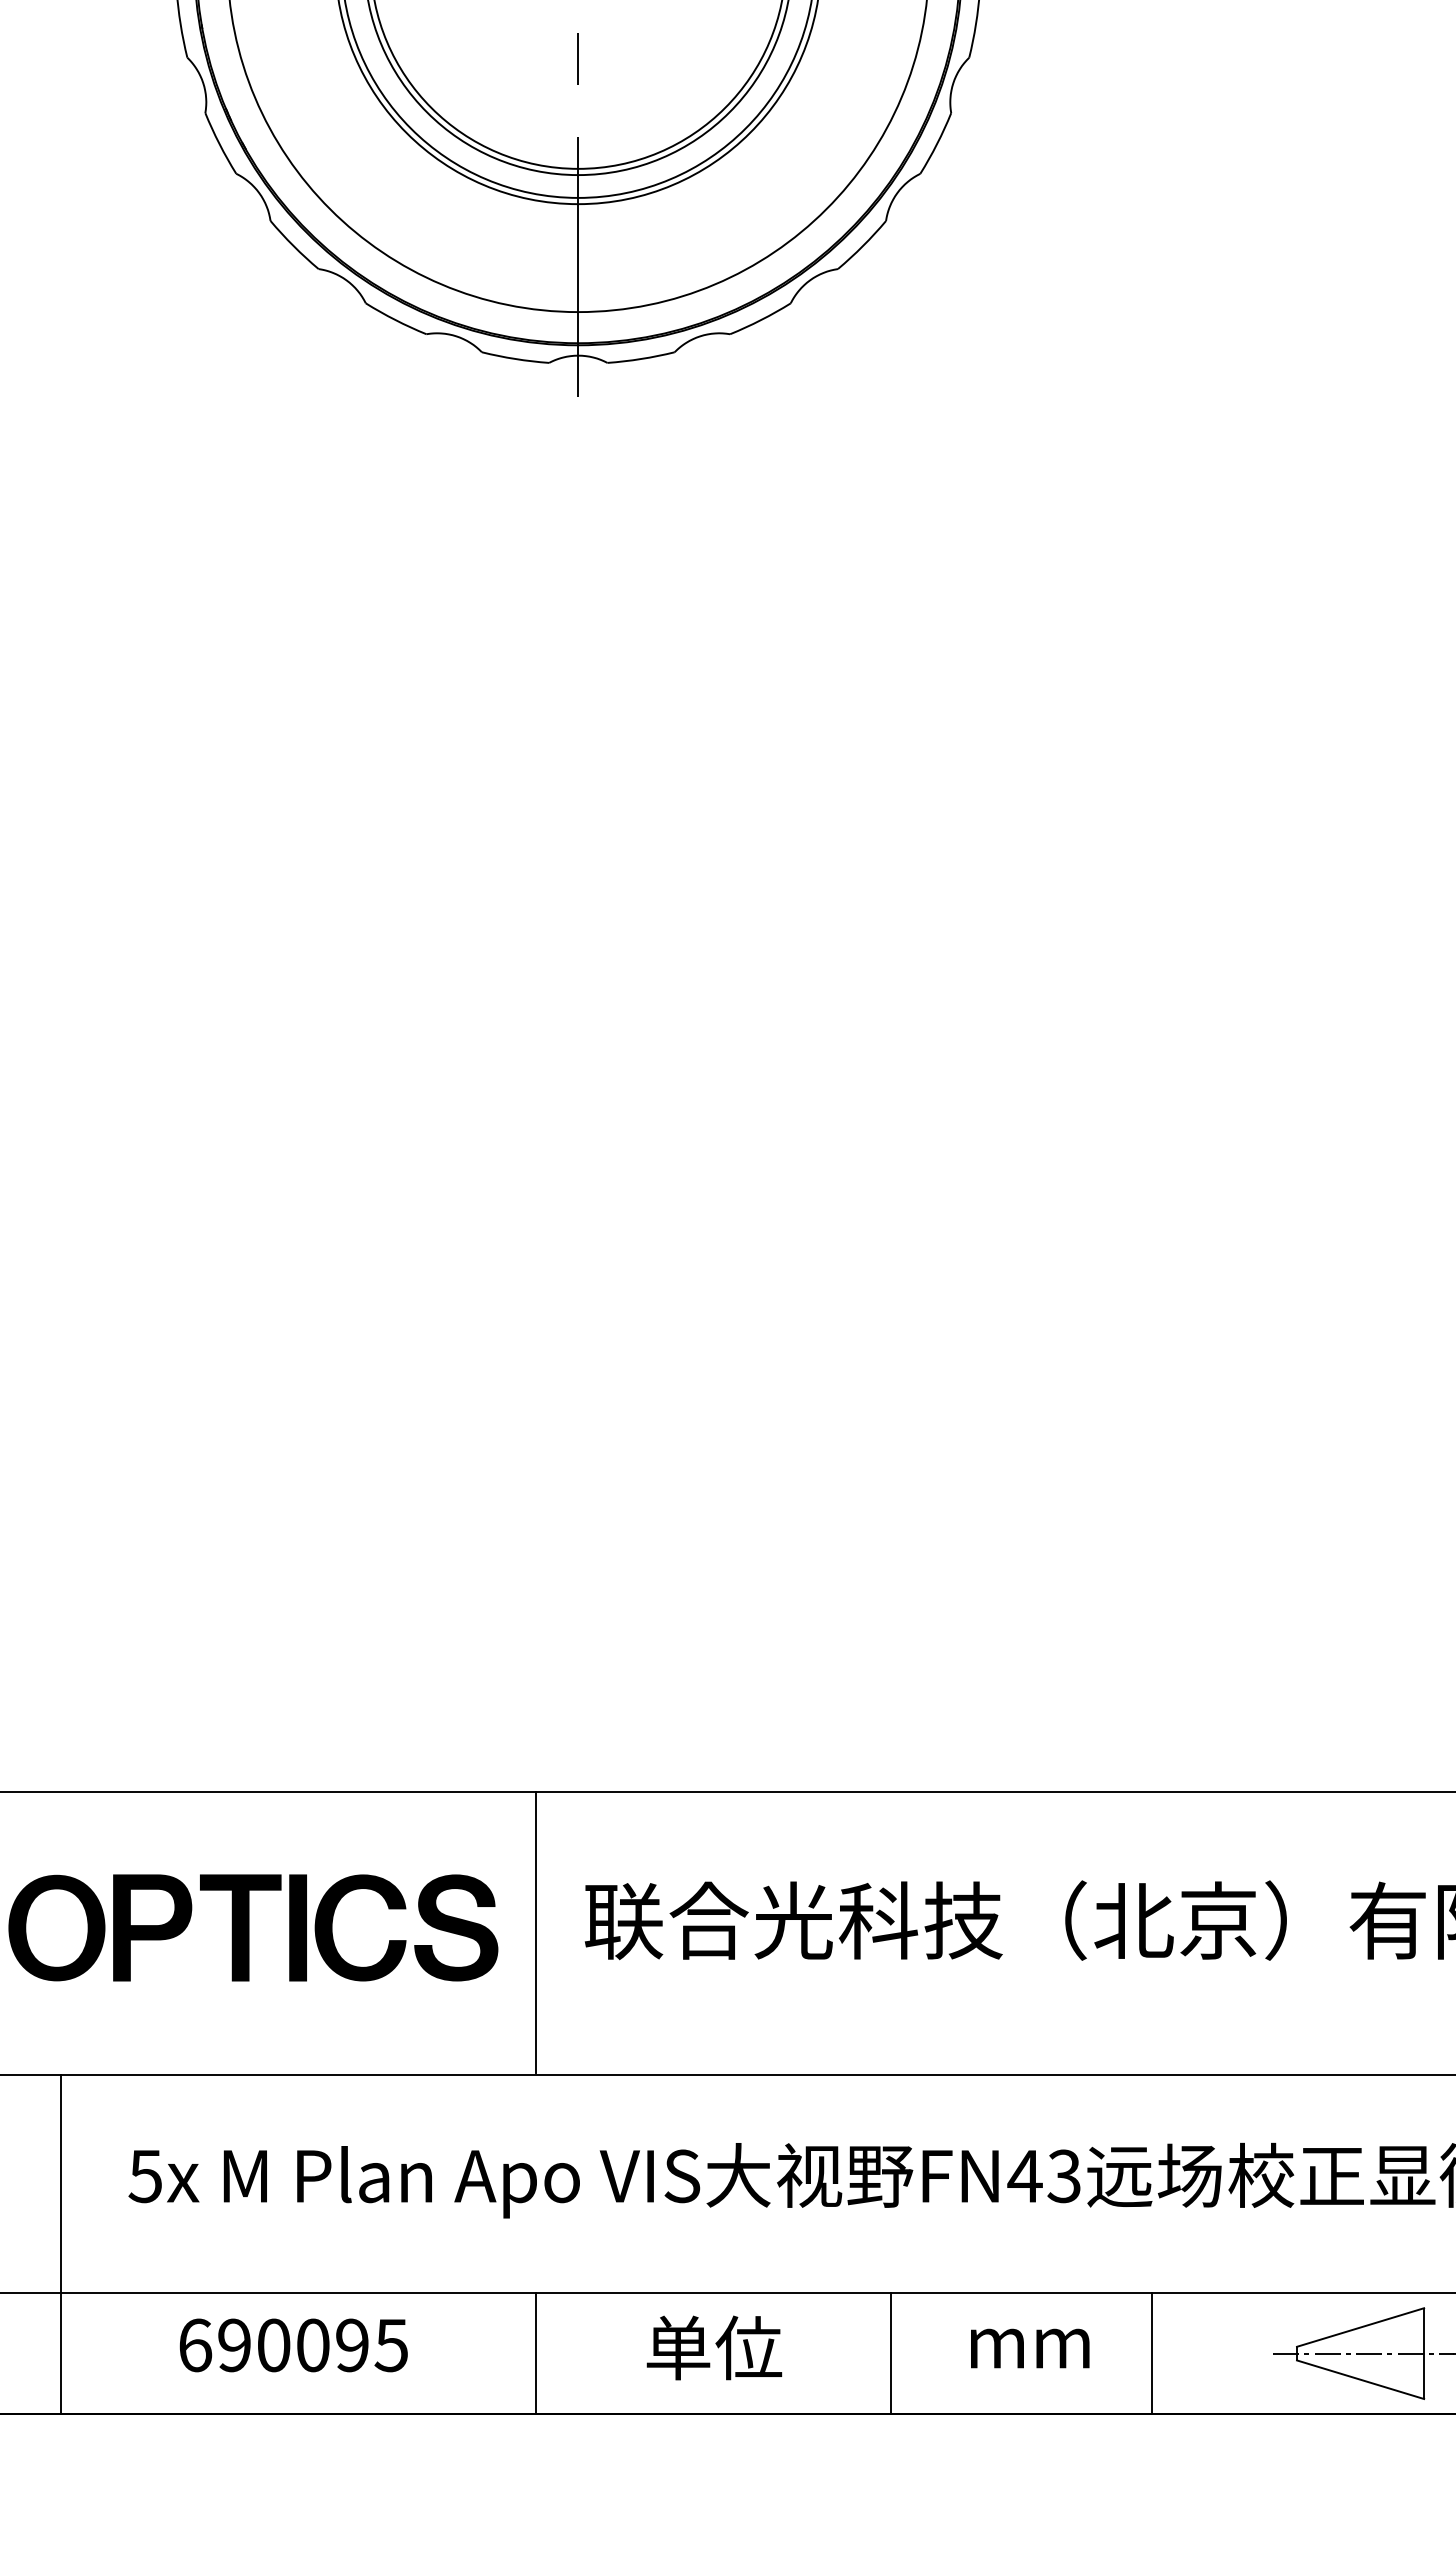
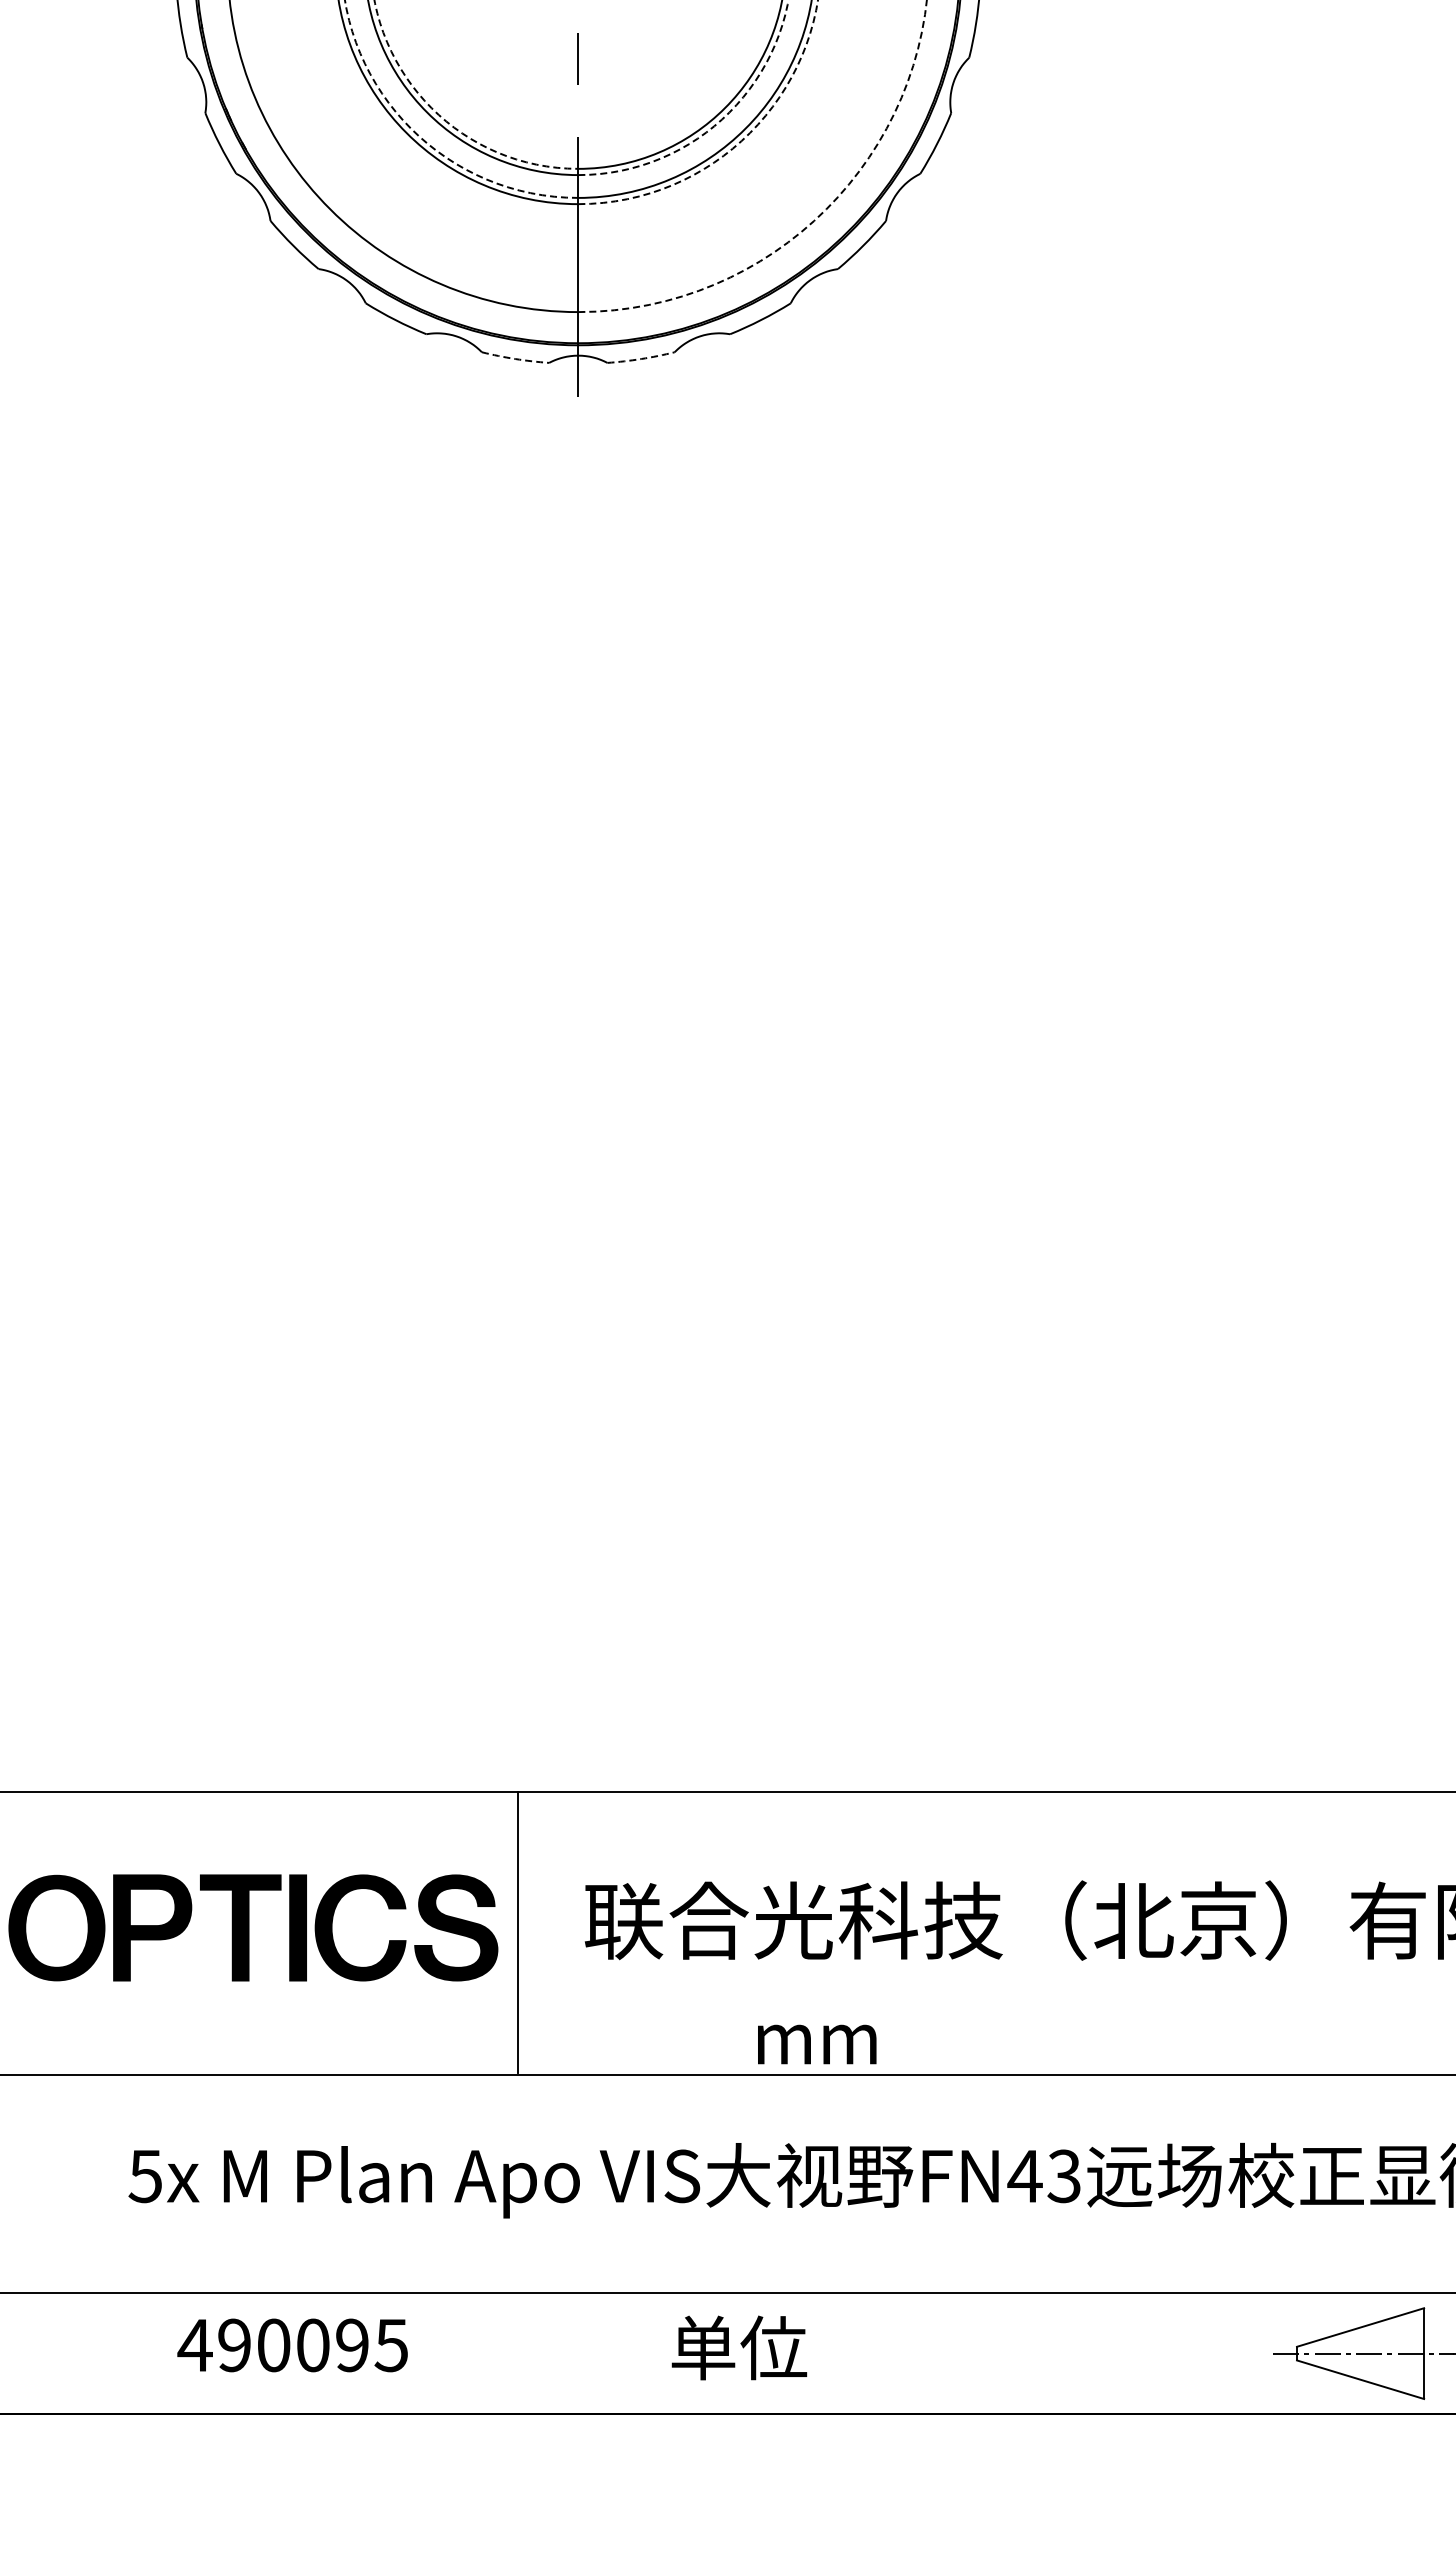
arc at (446, 121): solid -> dashed
arc at (715, 125): solid -> dashed
arc at (425, 142): solid -> dashed
arc at (735, 146): solid -> dashed
arc at (812, 222): solid -> dashed
arc at (515, 359): solid -> dashed
arc at (641, 359): solid -> dashed
line at (536, 1932) position: (536, 1932) -> (518, 1932)
line at (61, 2244): present -> none
text at (194, 2345): 690095 -> 490095
text at (714, 2347) position: (714, 2347) -> (739, 2347)
text at (1030, 2348) position: (1030, 2348) -> (817, 2044)
line at (536, 2353): present -> none
line at (891, 2353): present -> none
line at (1151, 2353): present -> none
